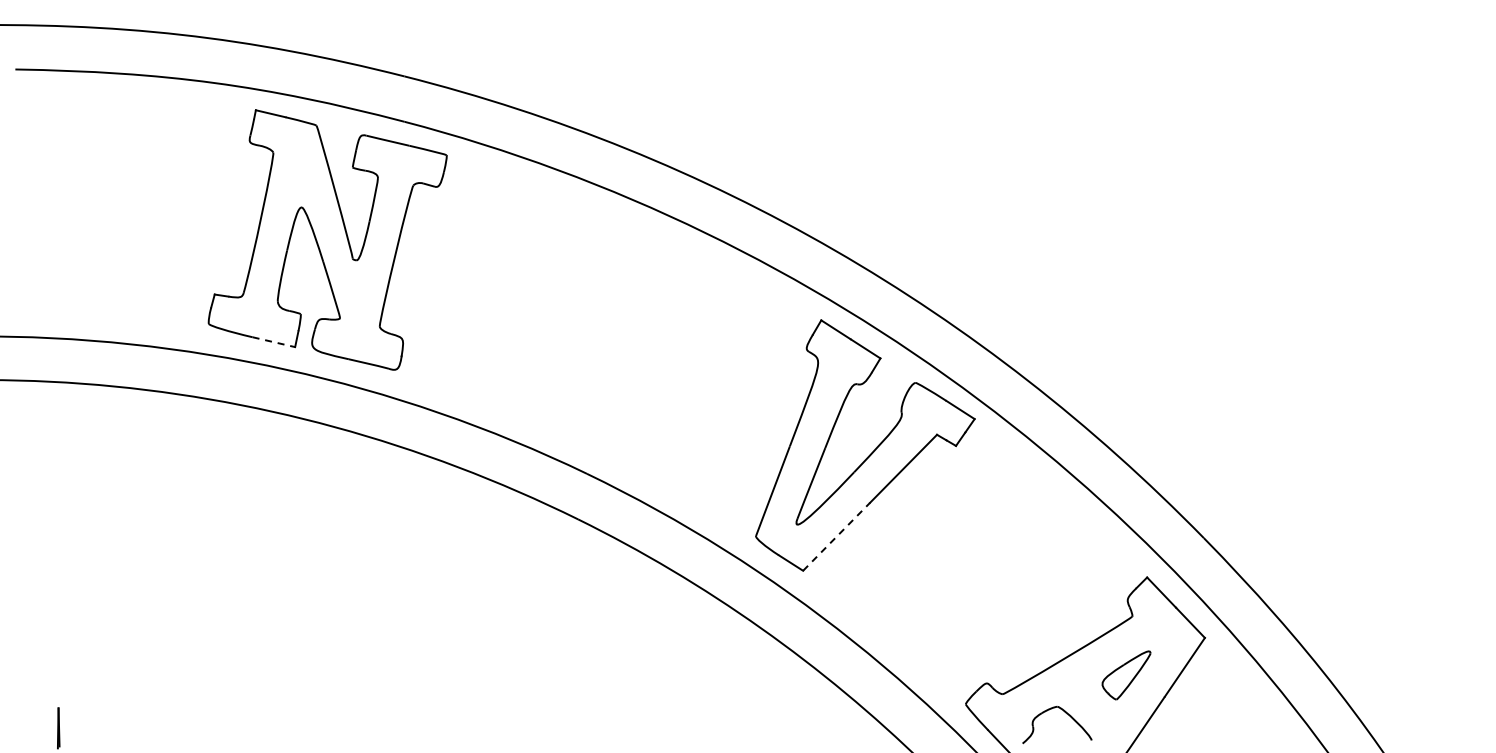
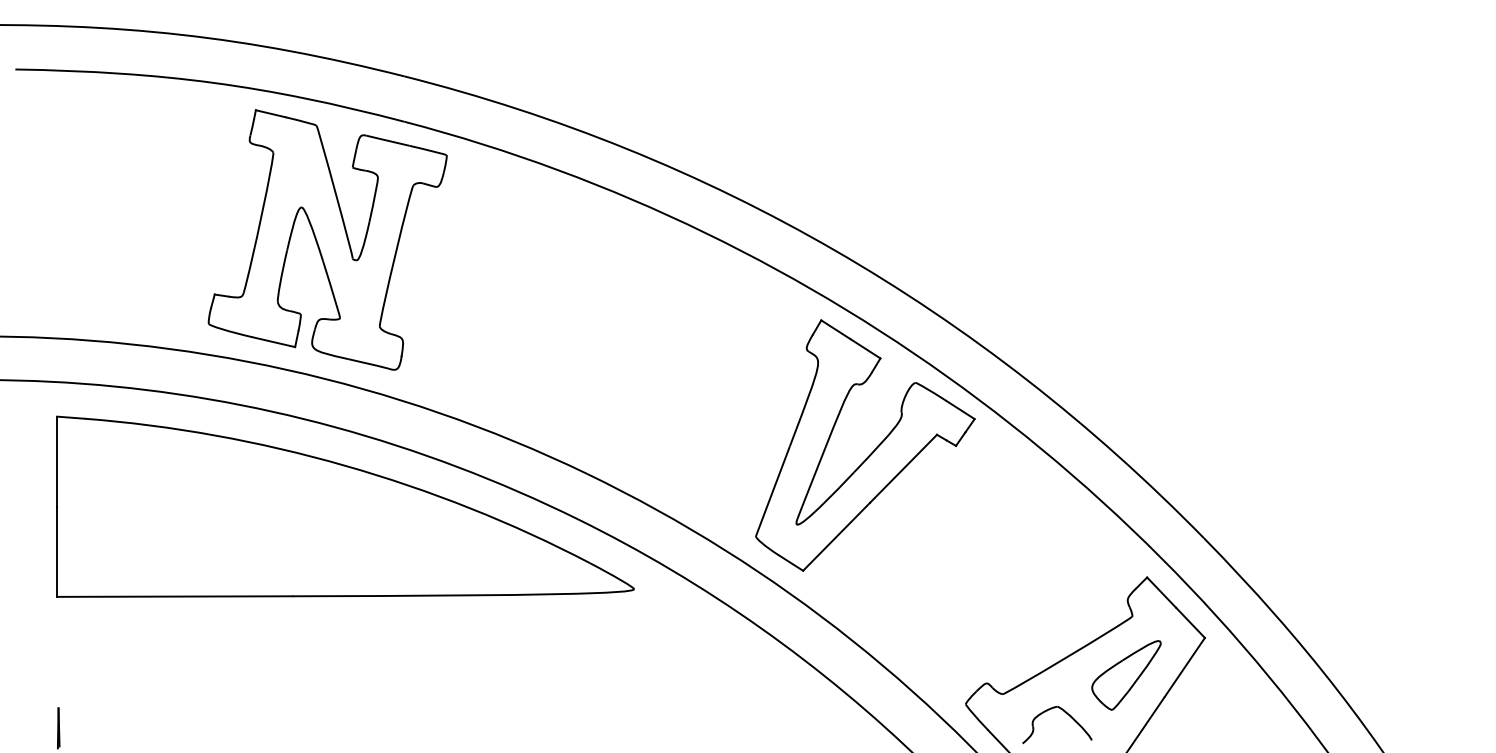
line at (273, 342): dashed -> solid
part at (345, 506): none -> present
line at (836, 536): dashed -> solid
part at (1126, 675) size: 51x51 px -> 71x71 px
